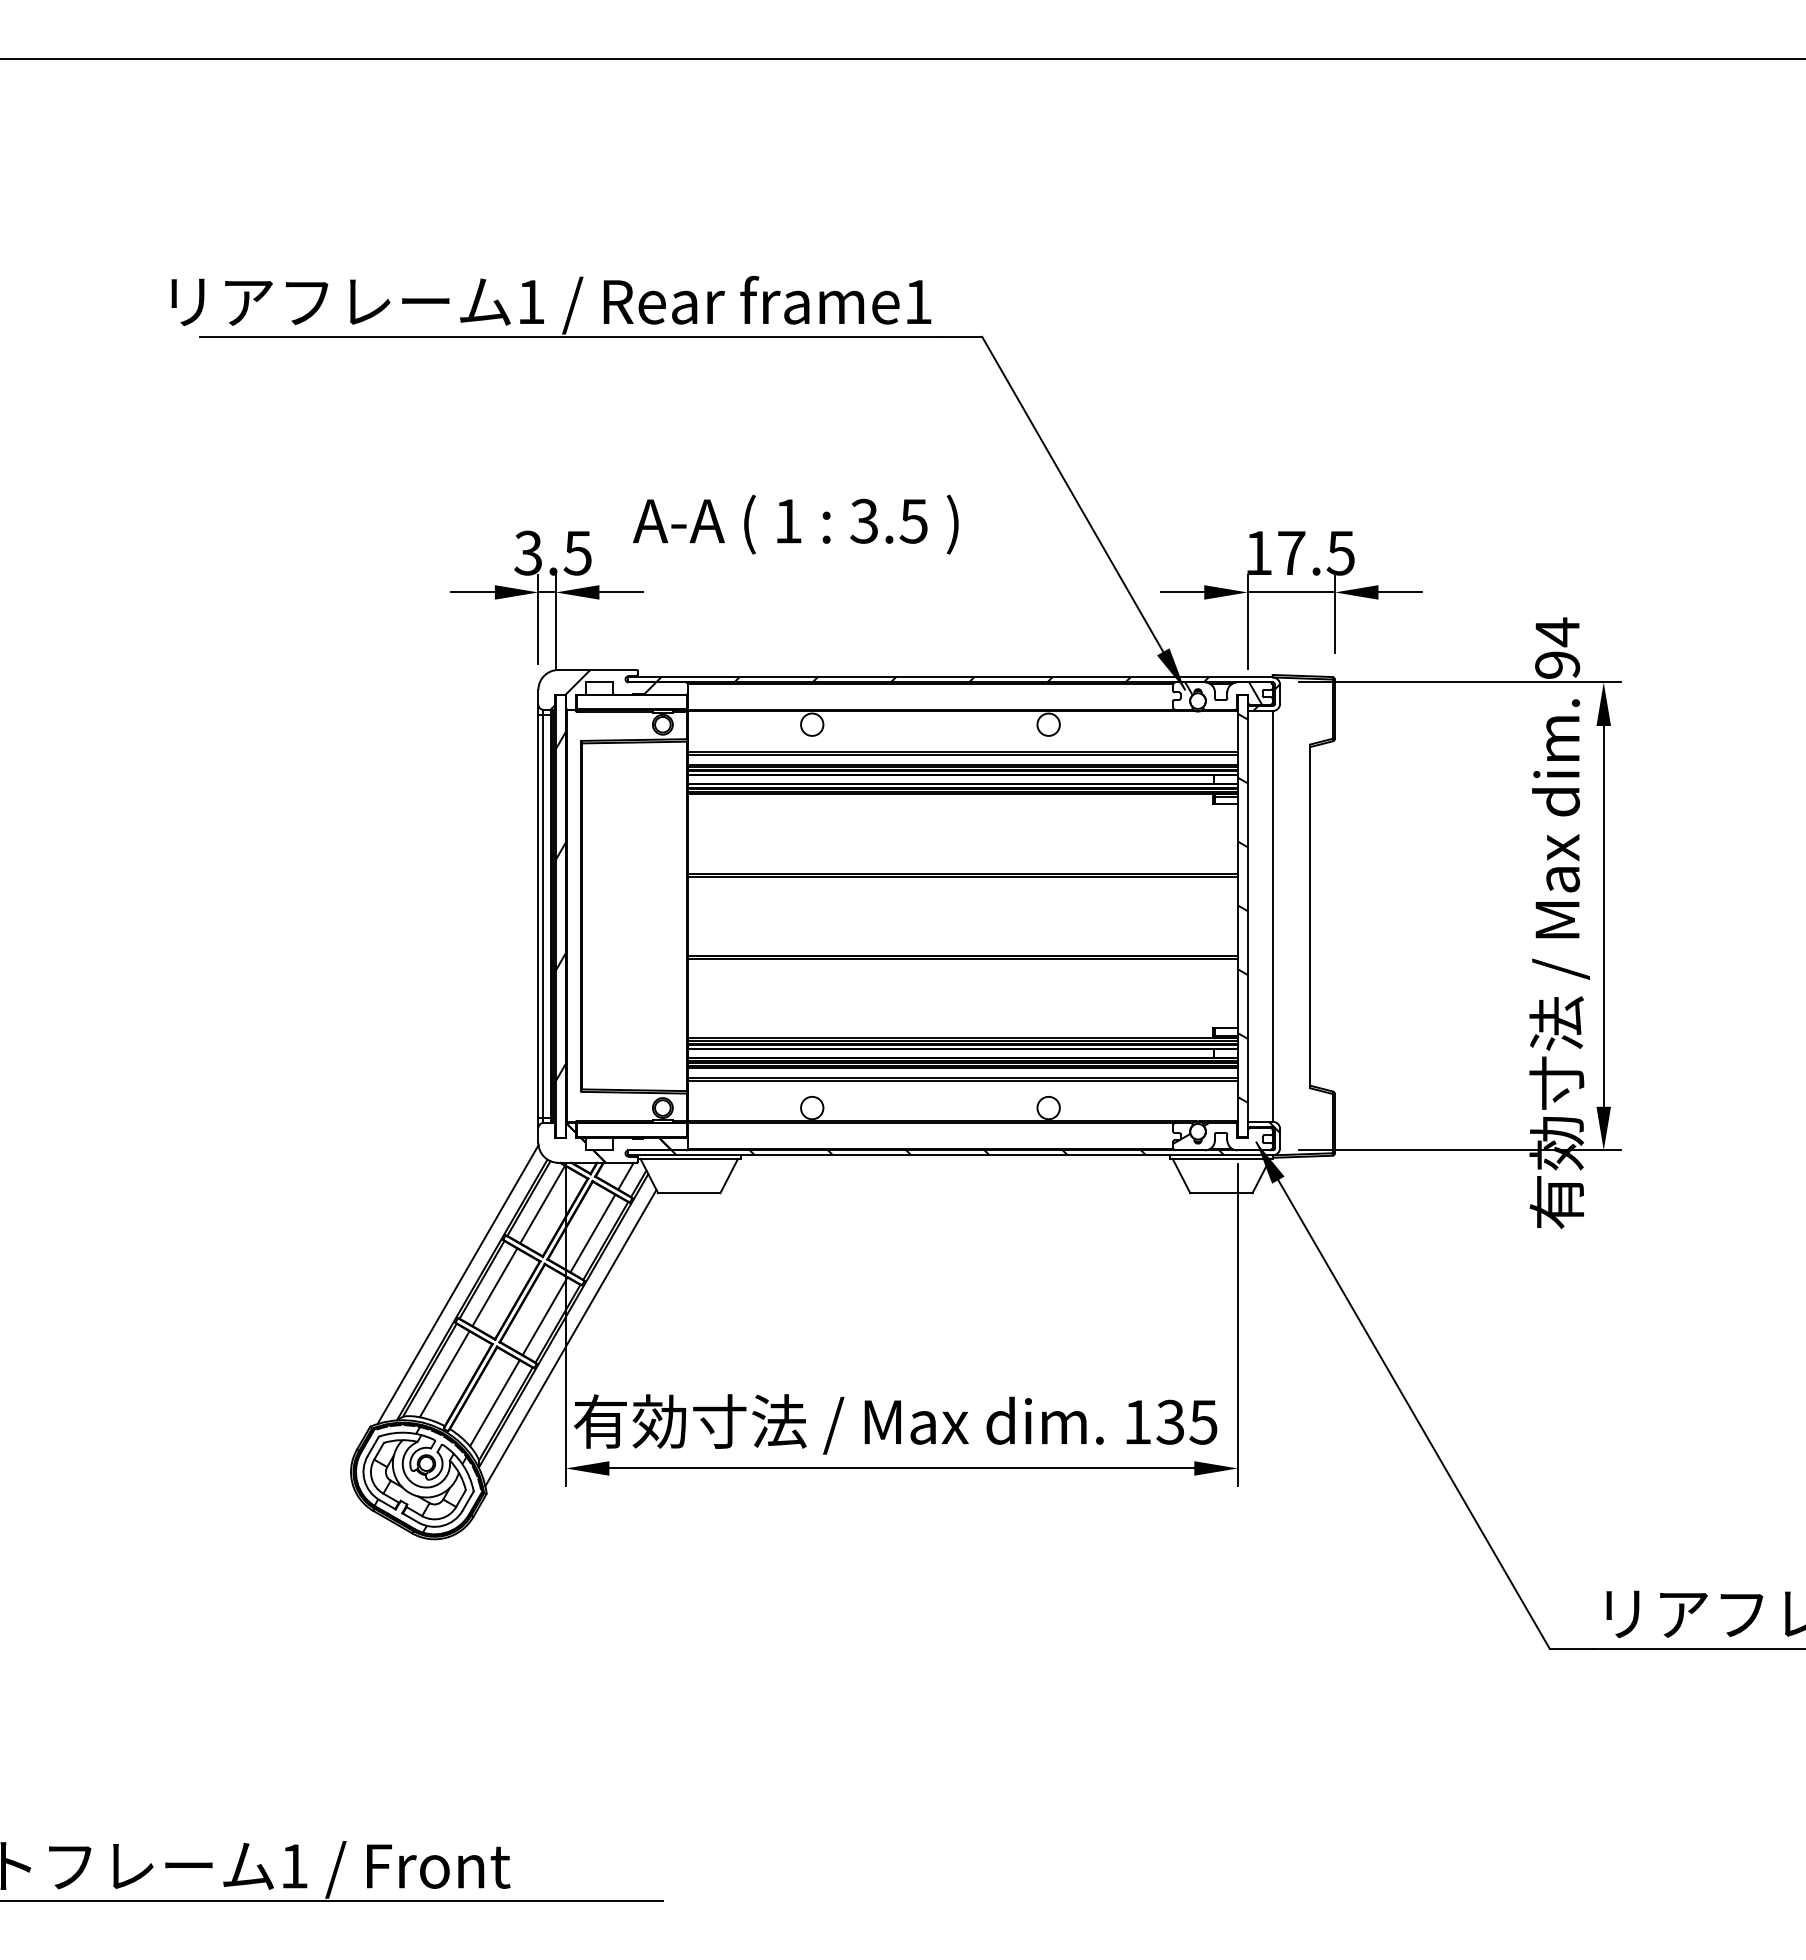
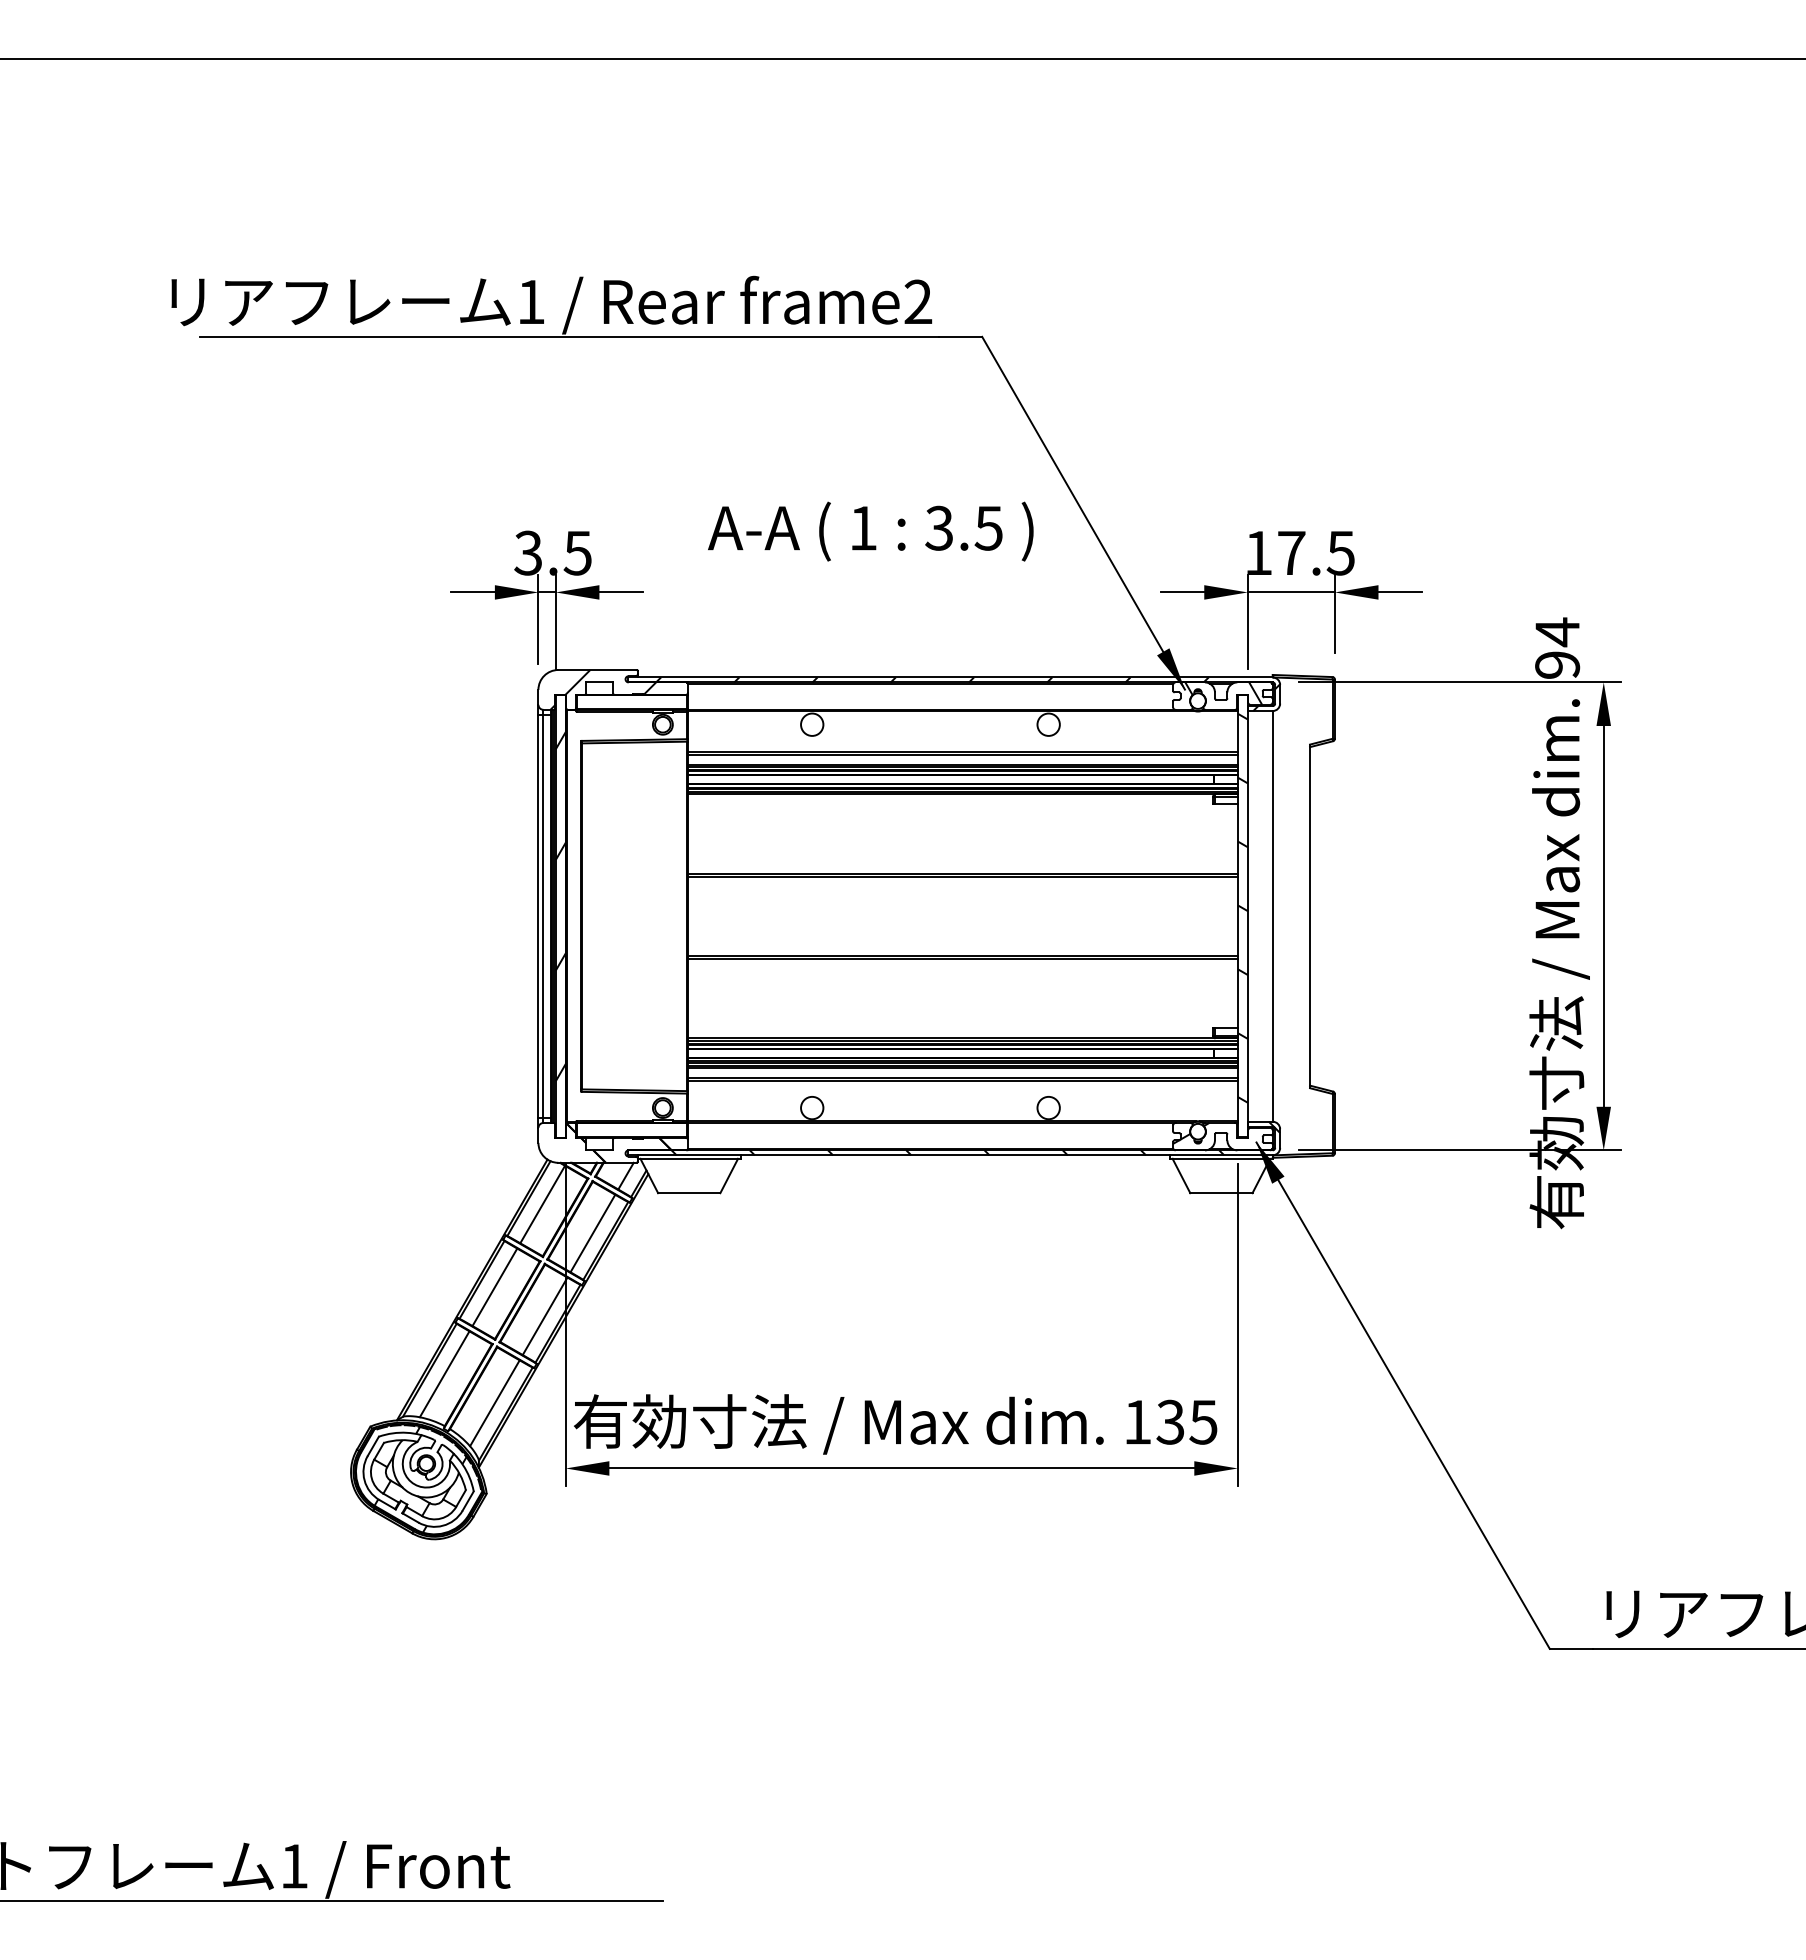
text at (918, 301): frame1 -> frame2
text at (795, 524) position: (795, 524) -> (870, 531)
line at (457, 1284): present -> none
line at (570, 1337): present -> none
